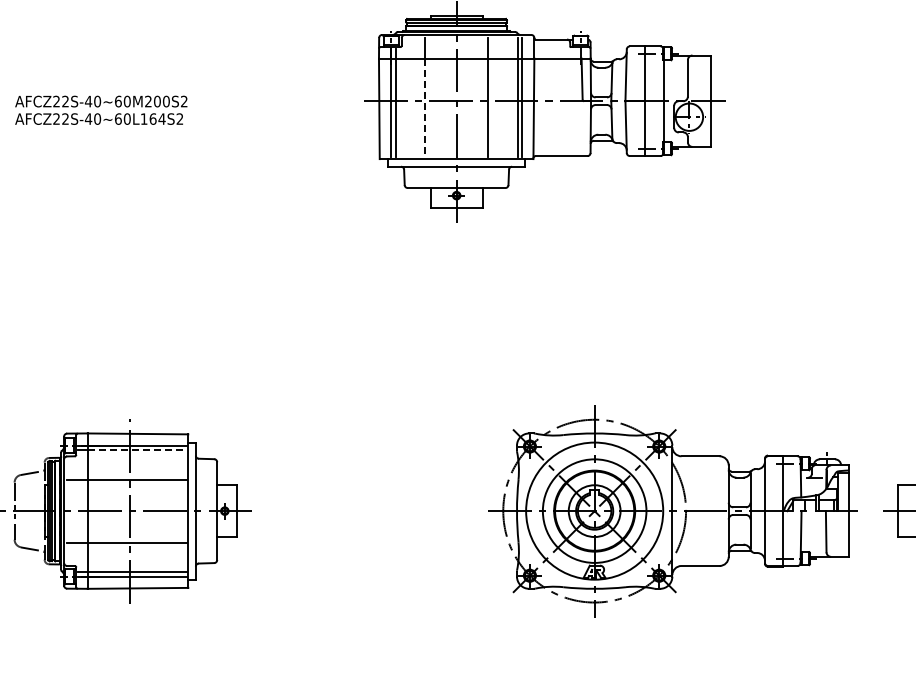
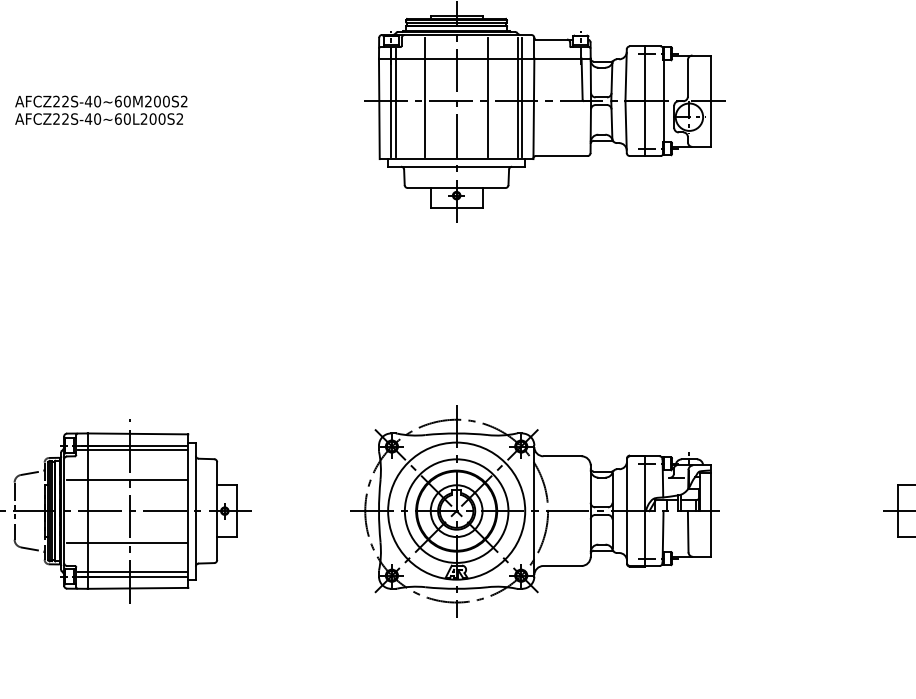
line at (425, 108): dashed -> solid
text at (152, 118): AFCZ22S-40~60L164S2 -> AFCZ22S-40~60L200S2
line at (137, 450): dashed -> solid
part at (672, 511) position: (672, 511) -> (534, 511)
